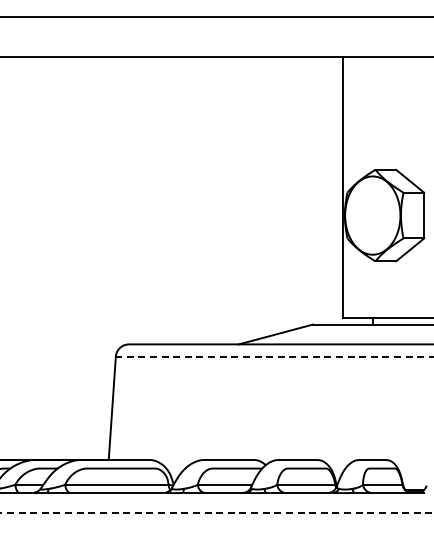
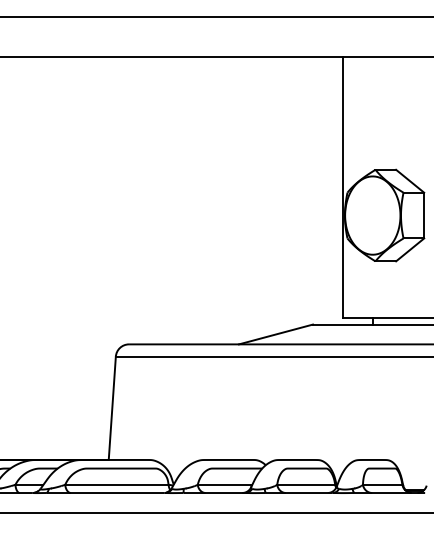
line at (274, 356): dashed -> solid
line at (216, 513): dashed -> solid
